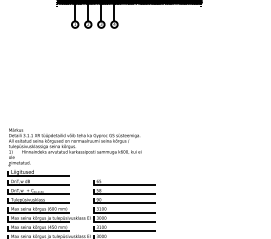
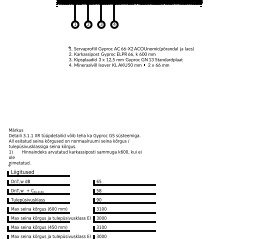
part at (130, 56): none -> present
